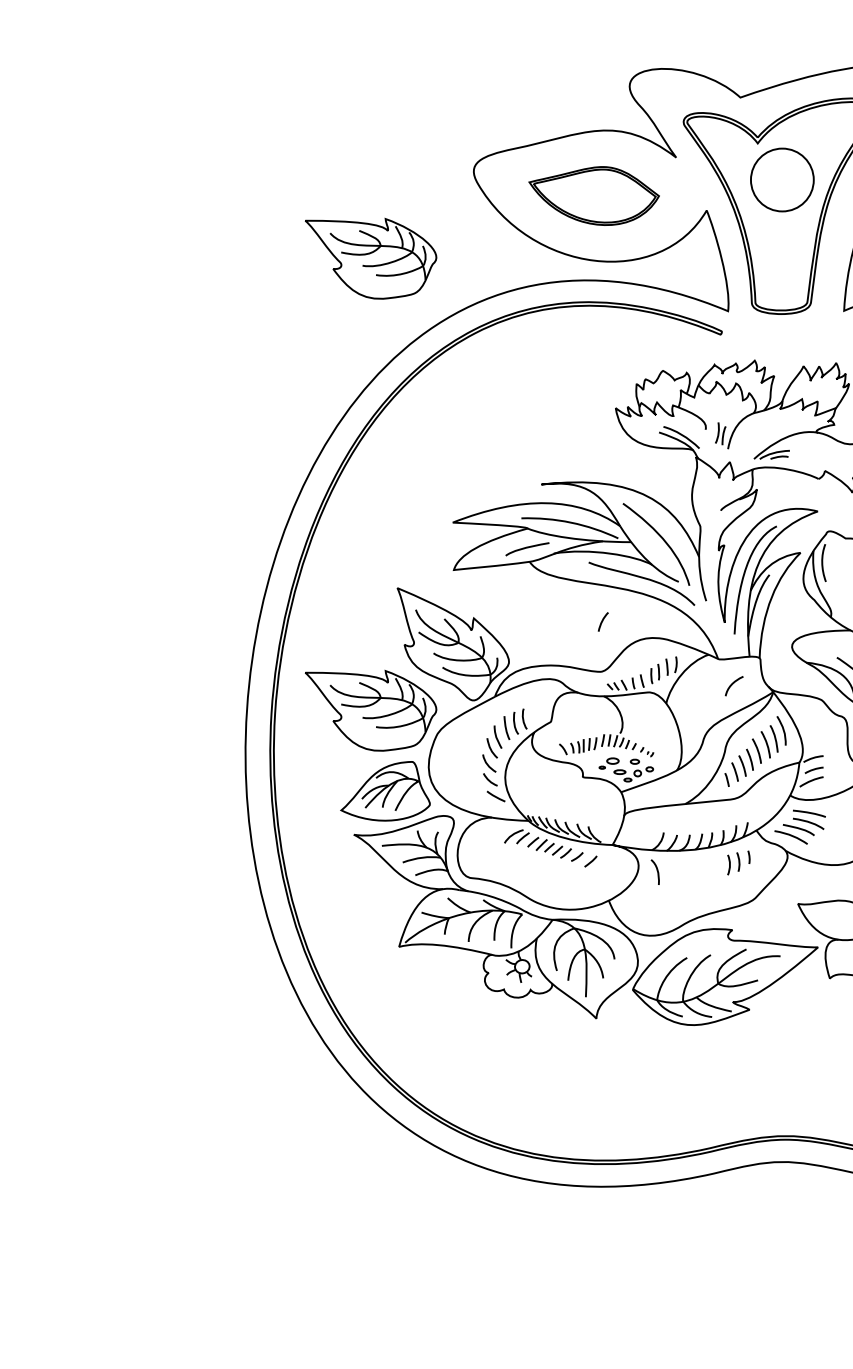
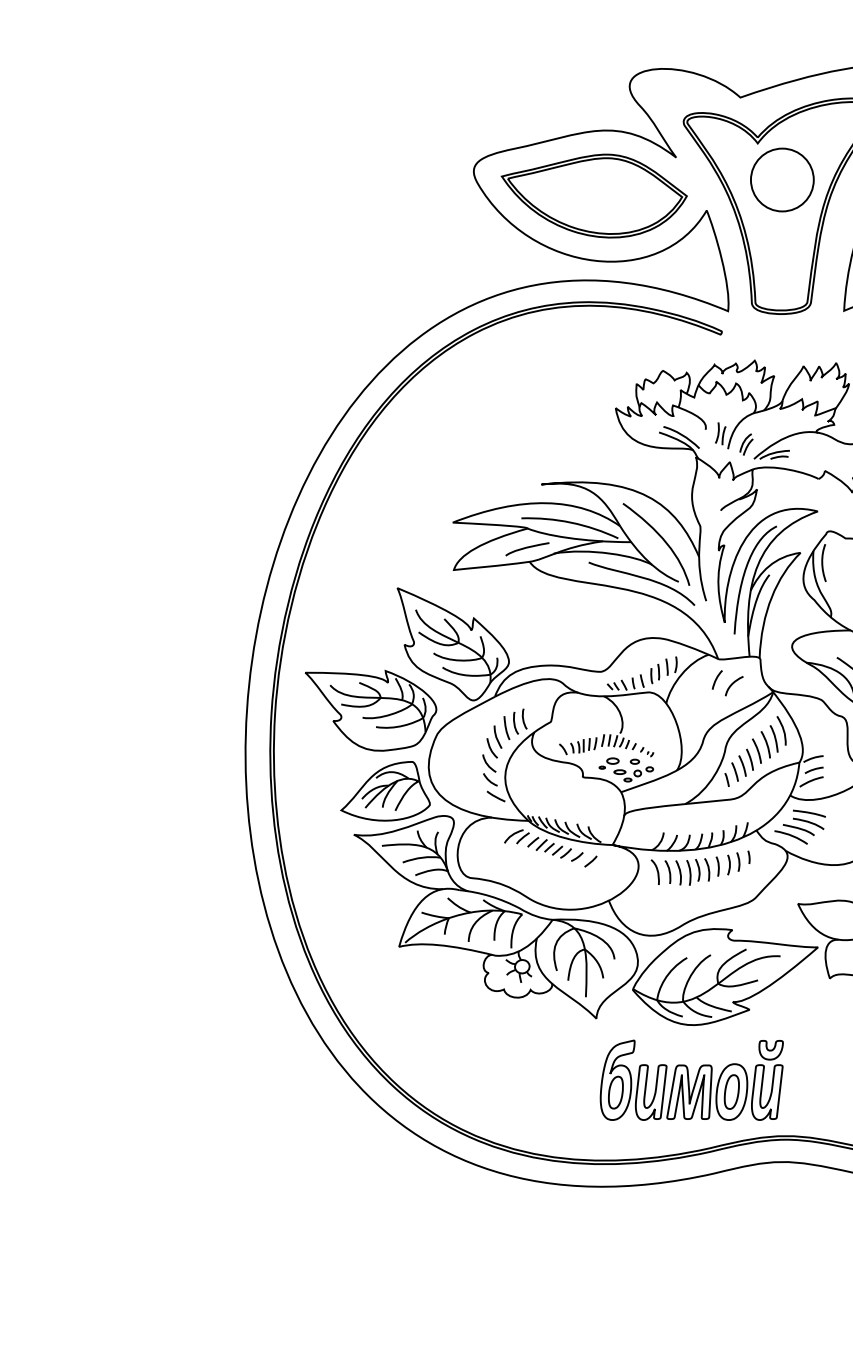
part at (593, 195) size: 132x60 px -> 188x86 px
part at (371, 258): present -> none
part at (746, 444): none -> present
curve at (602, 621) position: (602, 621) -> (716, 679)
part at (691, 870): none -> present
part at (691, 1079): none -> present
